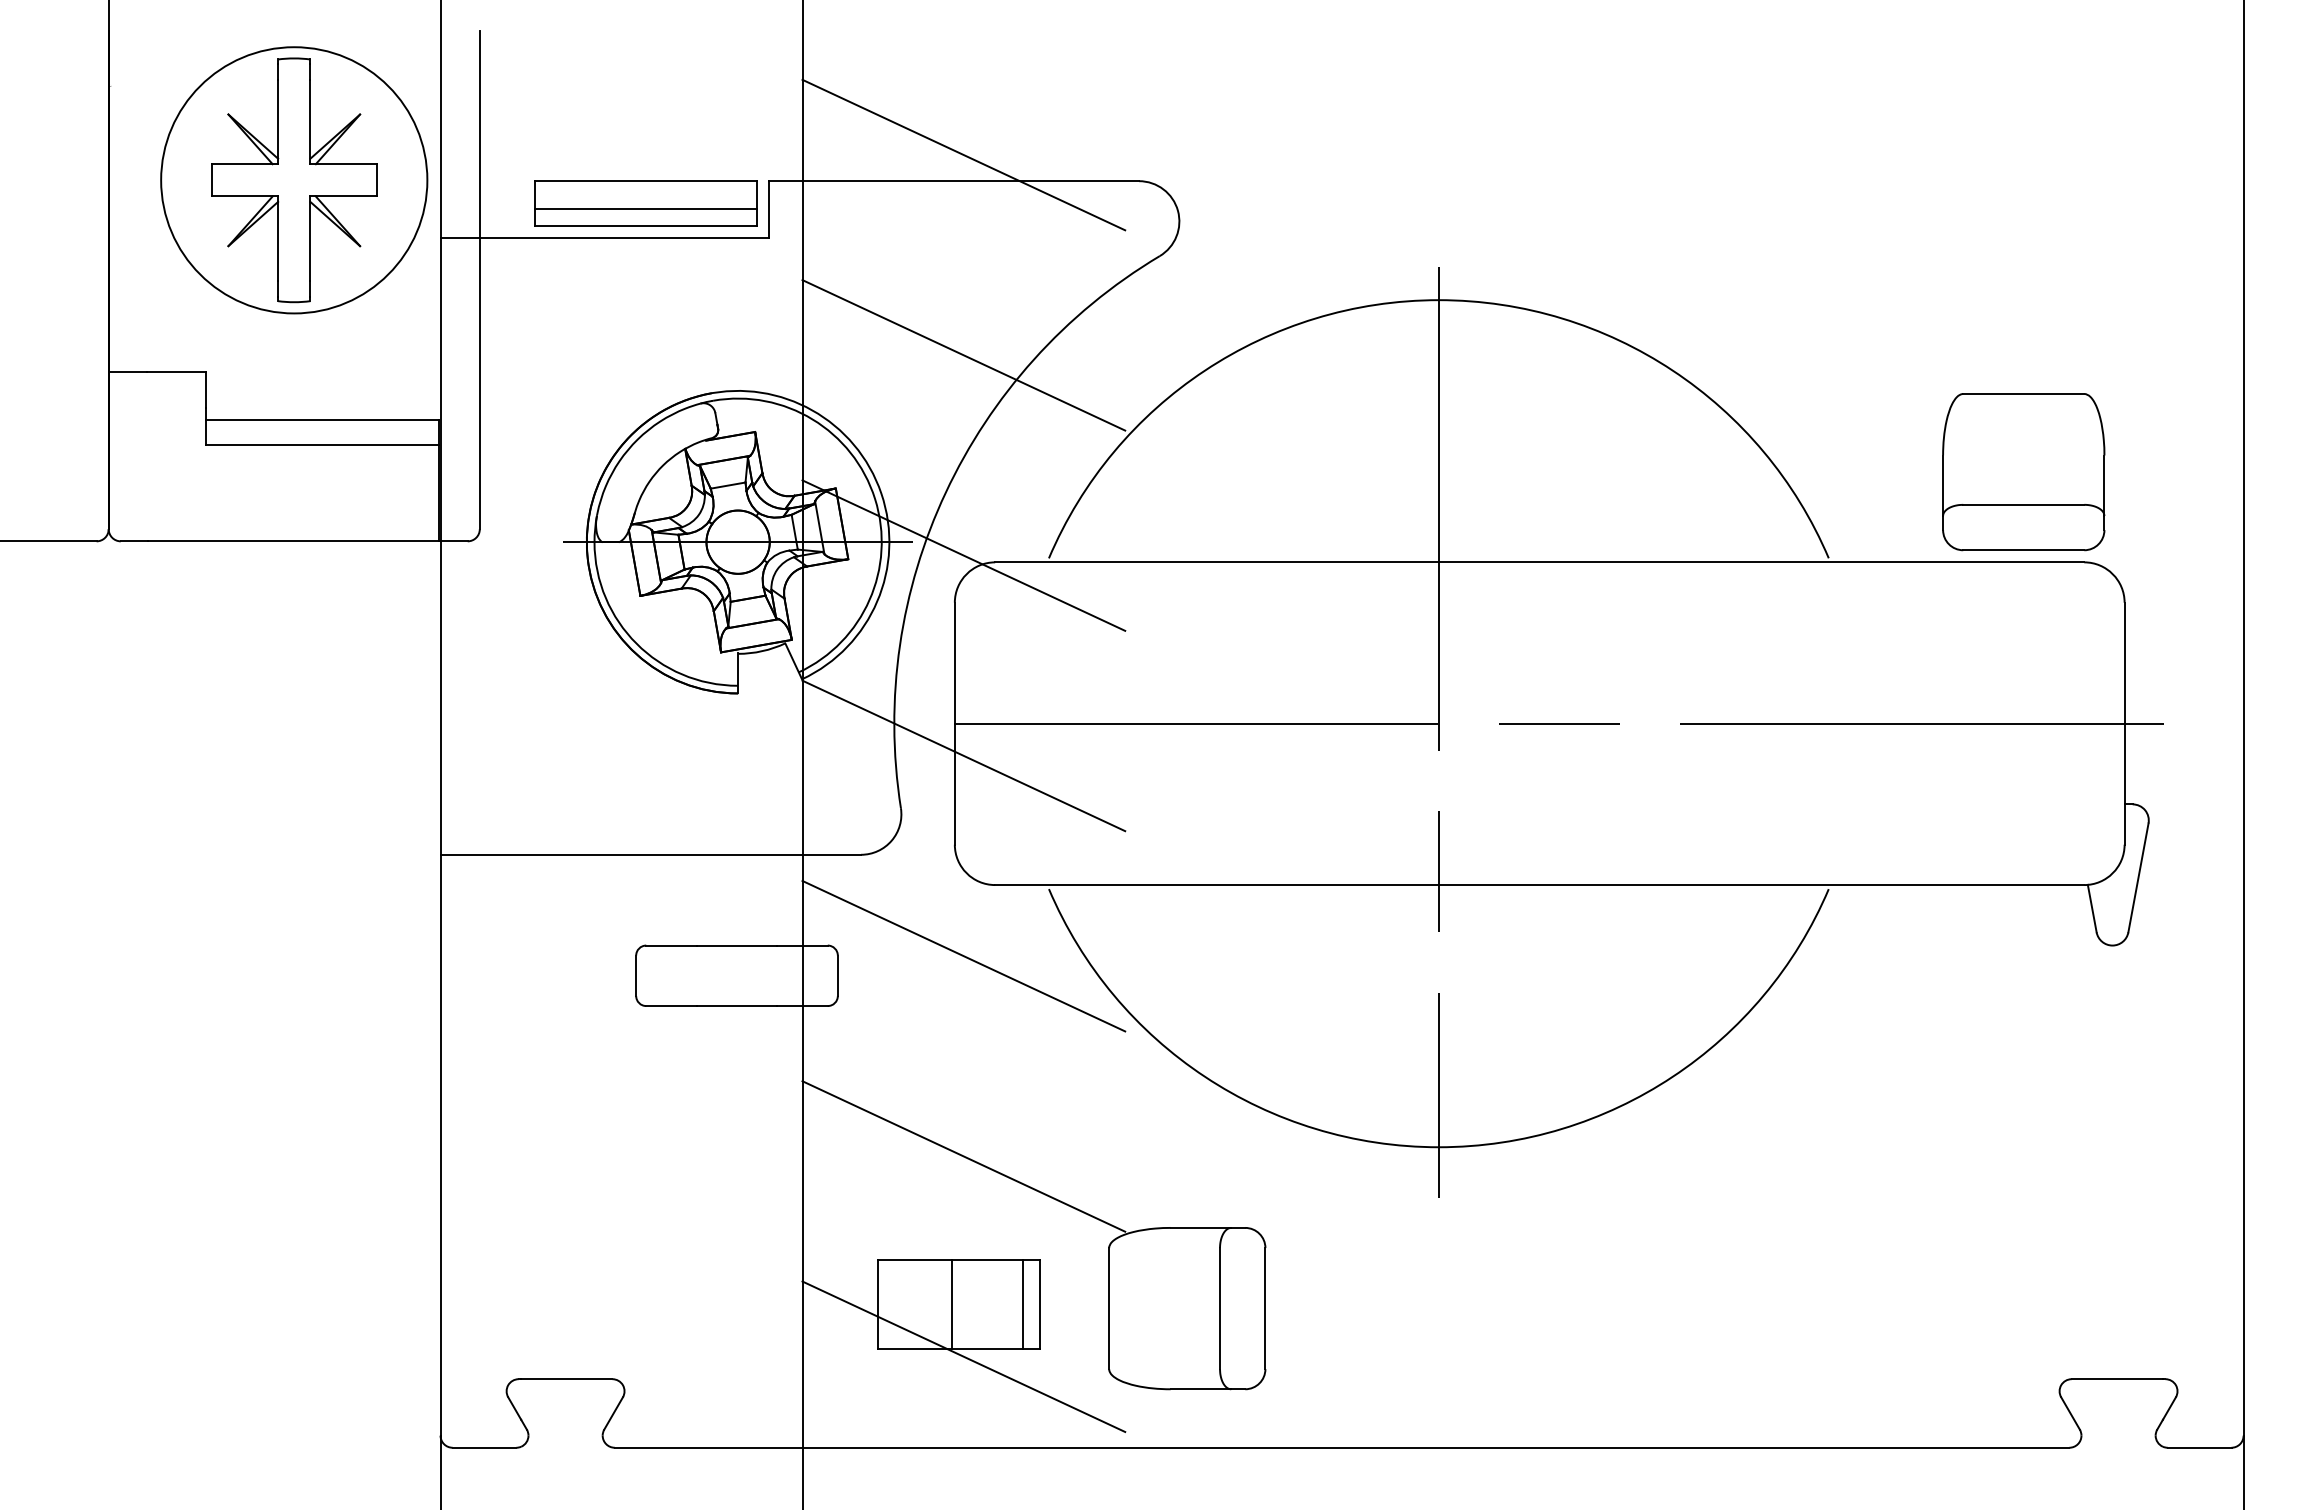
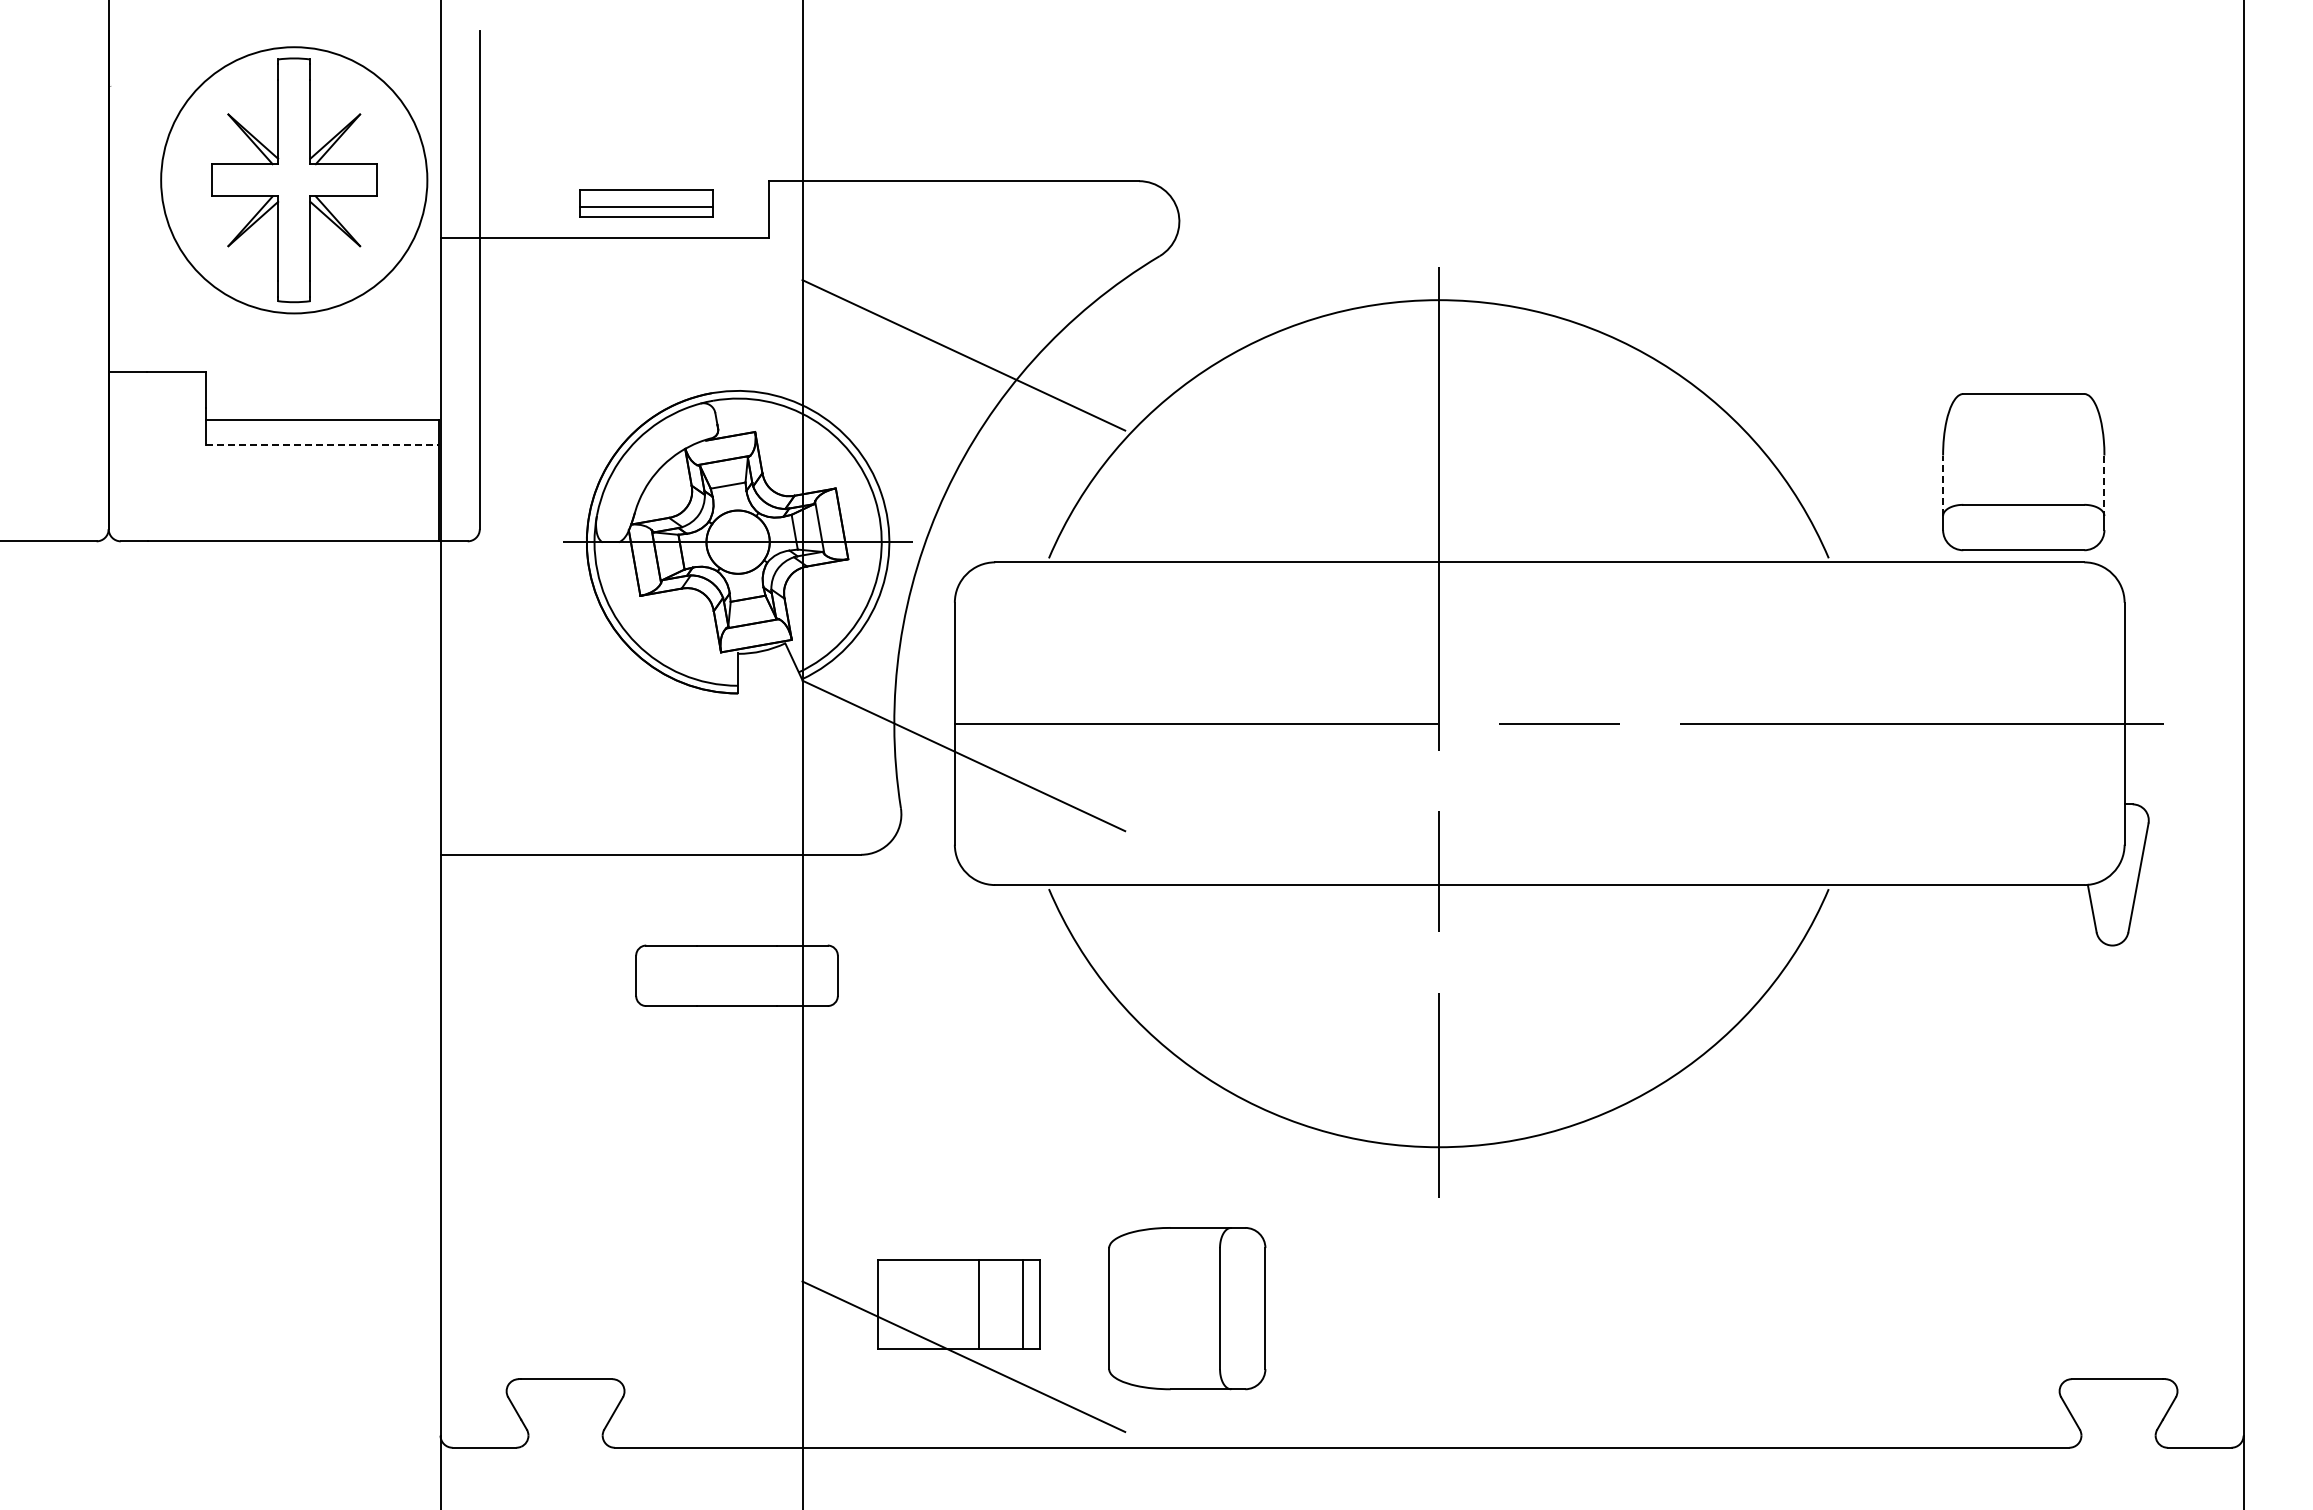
line at (963, 154): present -> none
part at (645, 203) size: 224x47 px -> 135x29 px
line at (322, 444): solid -> dashed
line at (1943, 485): solid -> dashed
line at (2104, 486): solid -> dashed
line at (963, 555): present -> none
line at (963, 955): present -> none
line at (963, 1156): present -> none
line at (952, 1304) position: (952, 1304) -> (979, 1304)
